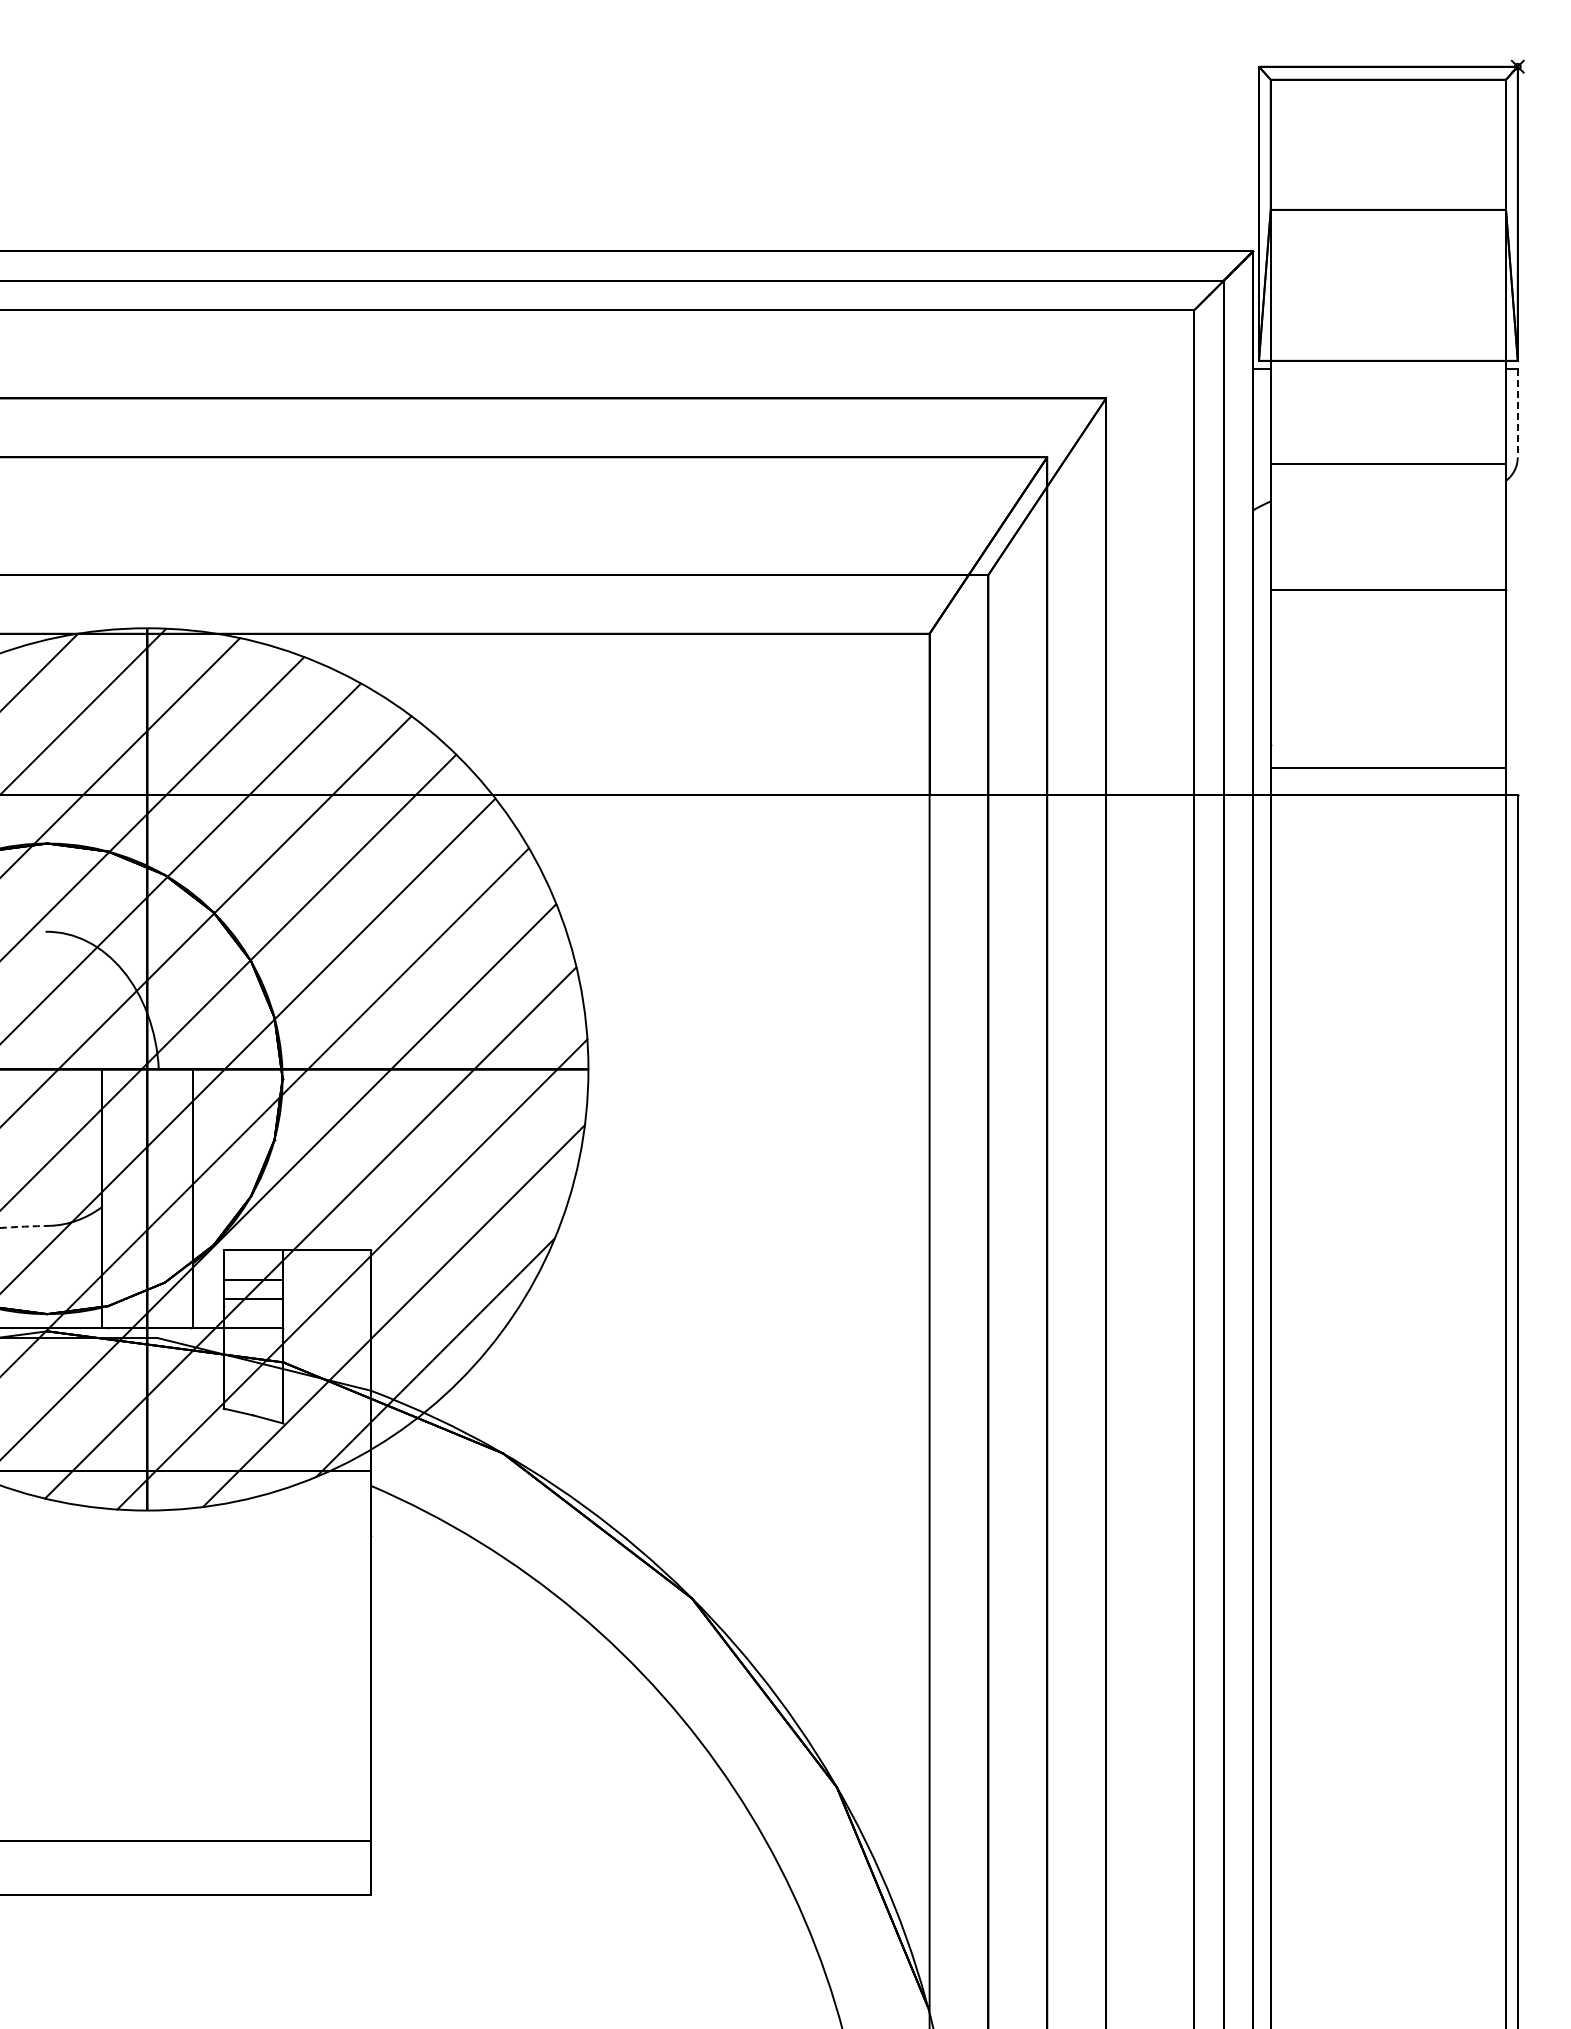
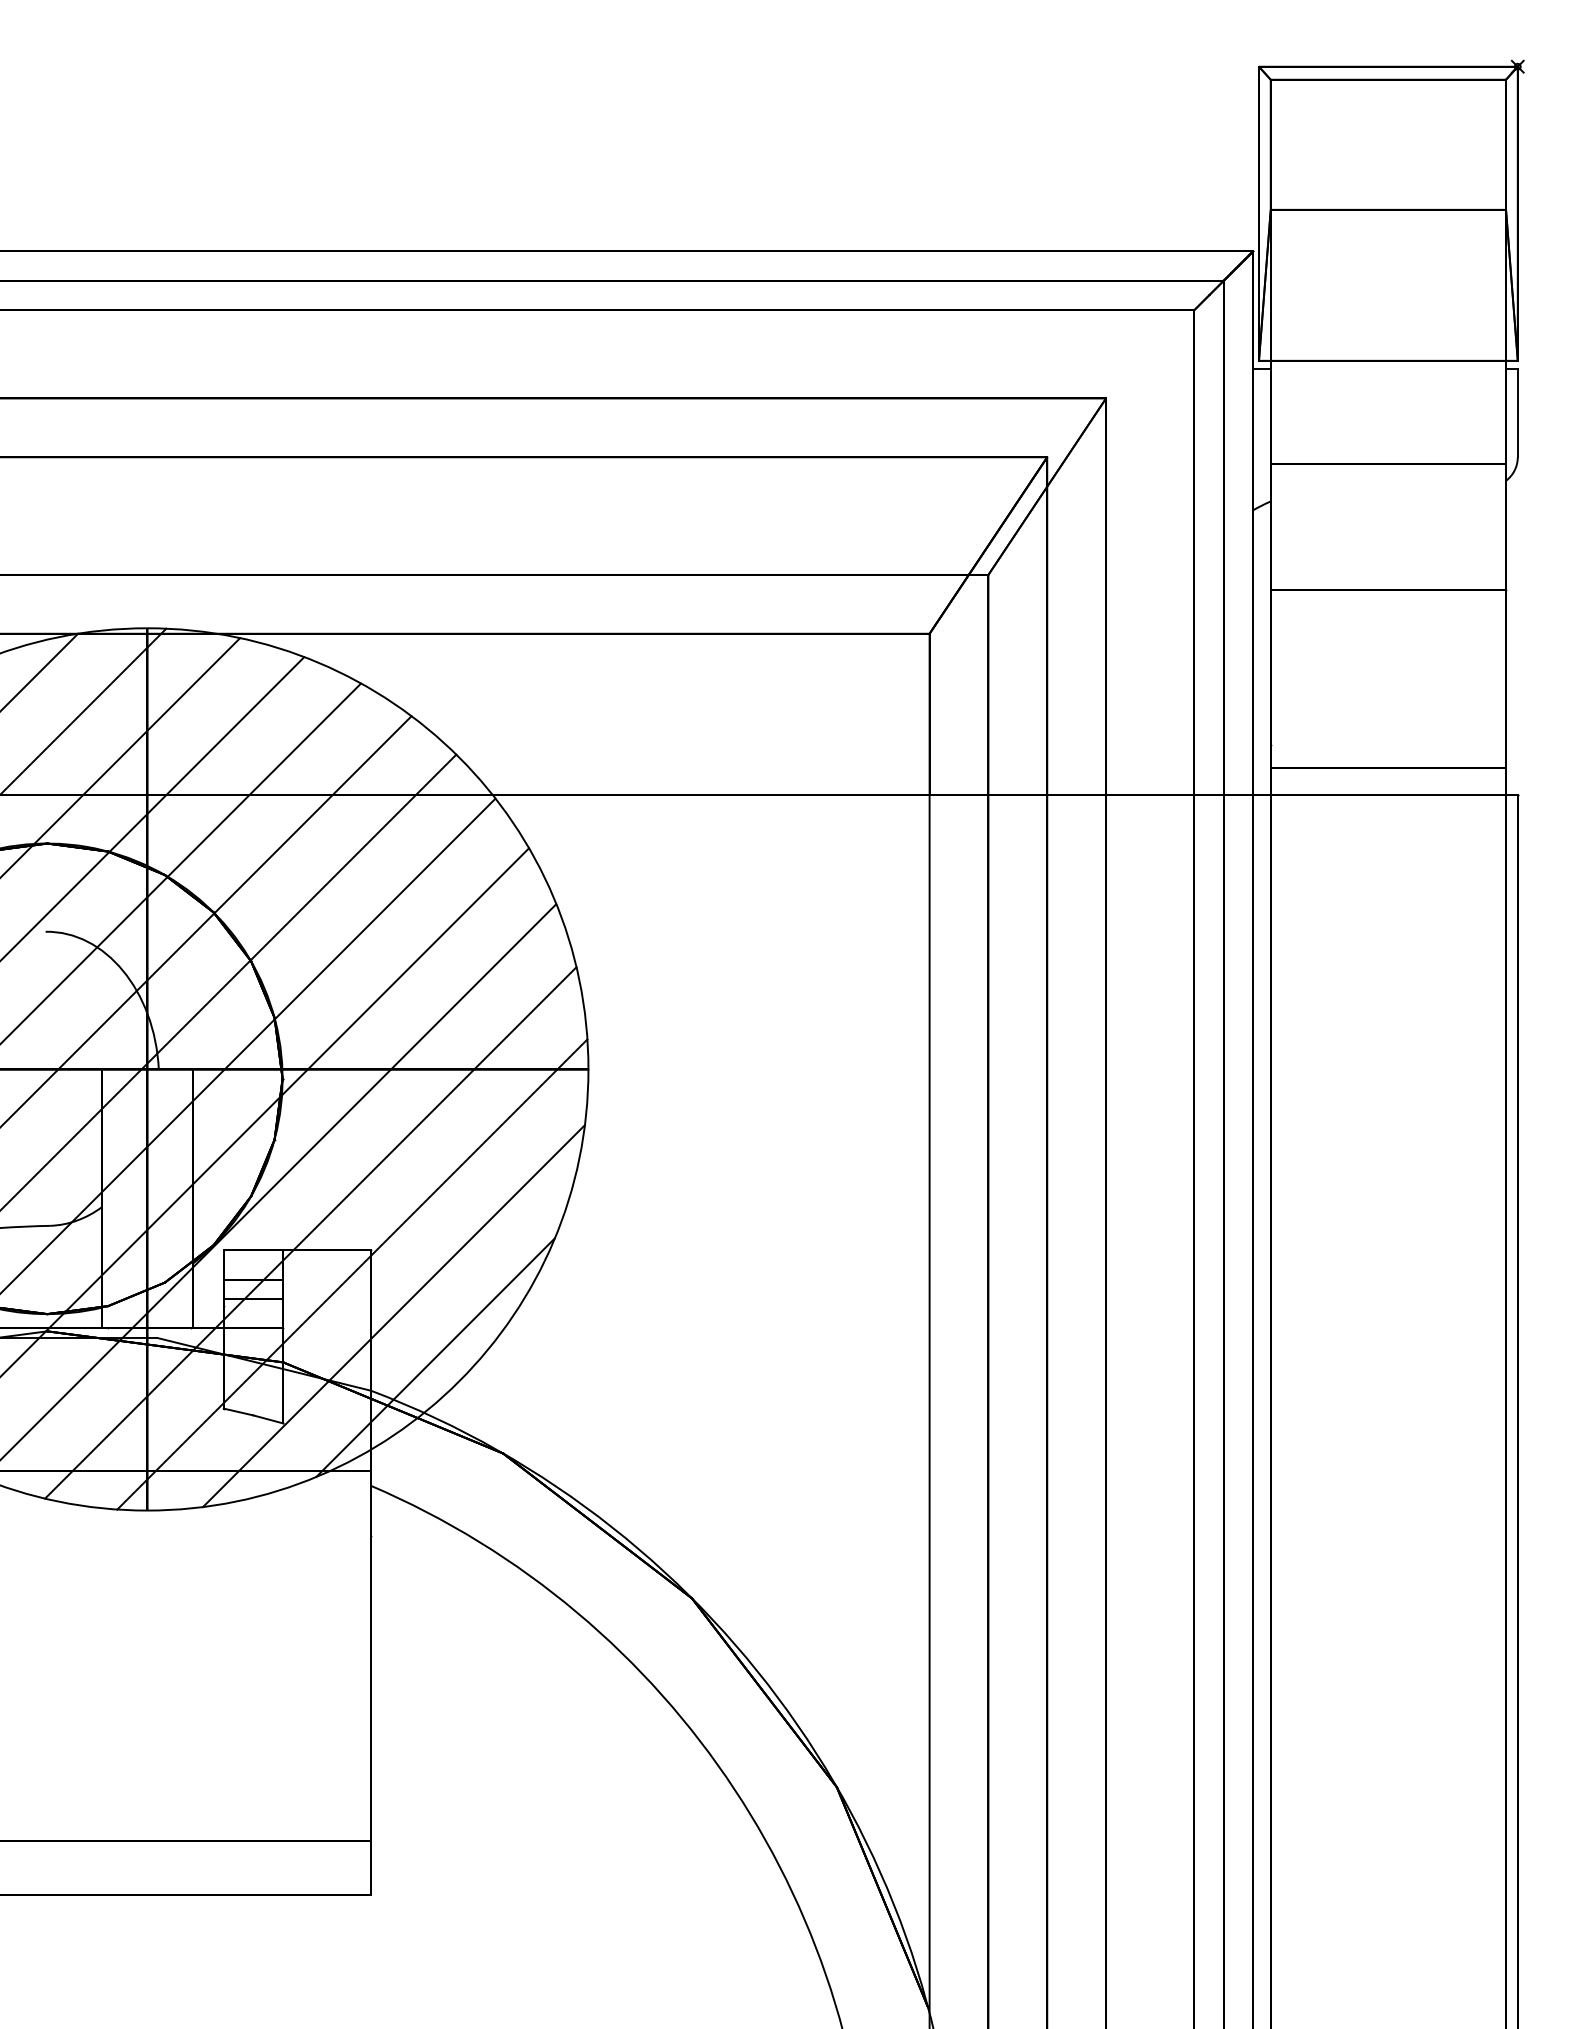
line at (1517, 413): dashed -> solid
arc at (24, 1226): dashed -> solid
